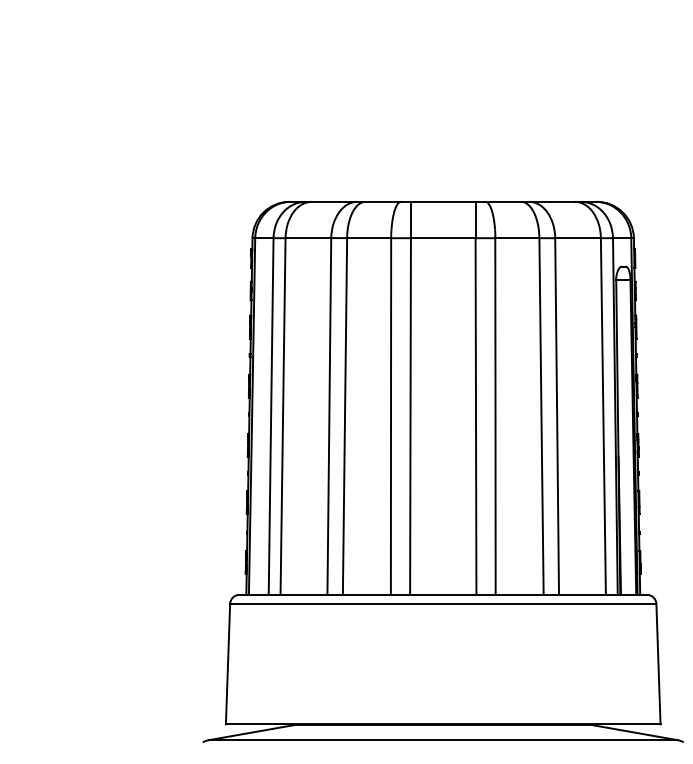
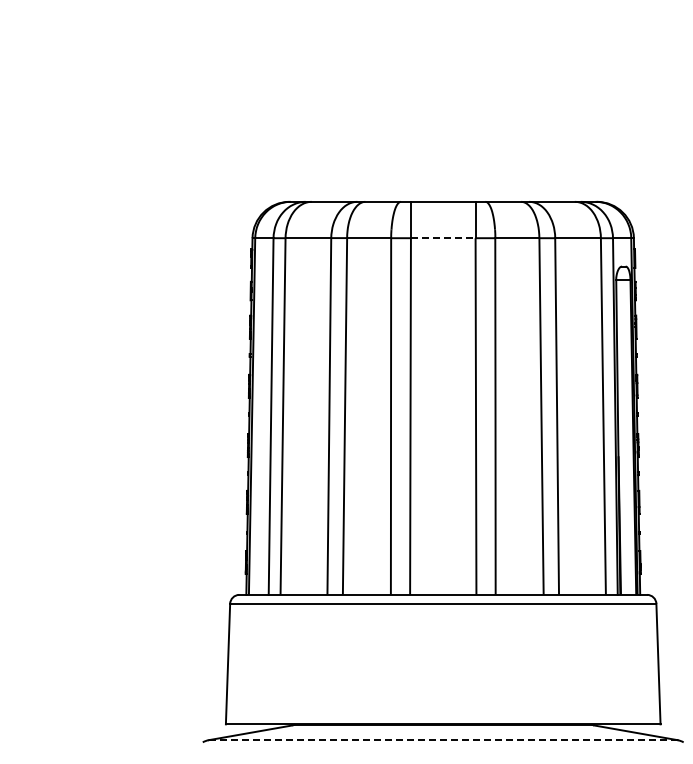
line at (443, 238): solid -> dashed
line at (443, 740): solid -> dashed
